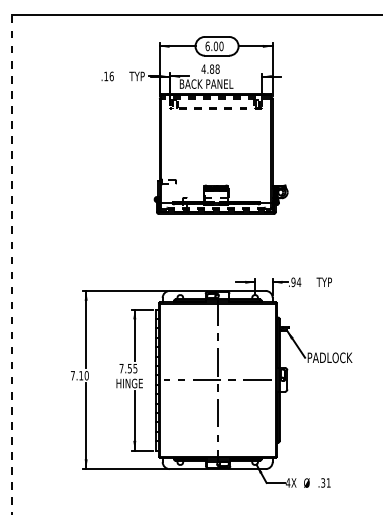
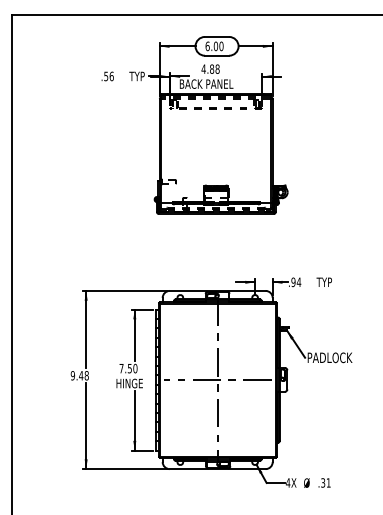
text at (106, 76): .16 -> .56
line at (11, 264): dashed -> solid
text at (135, 368): 7.55 -> 7.50
text at (79, 375): 7.10 -> 9.48
